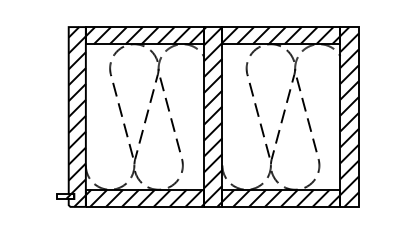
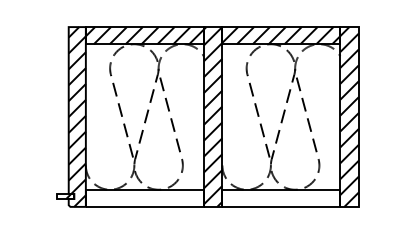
hatch at (144, 197): present -> none
hatch at (281, 197): present -> none
